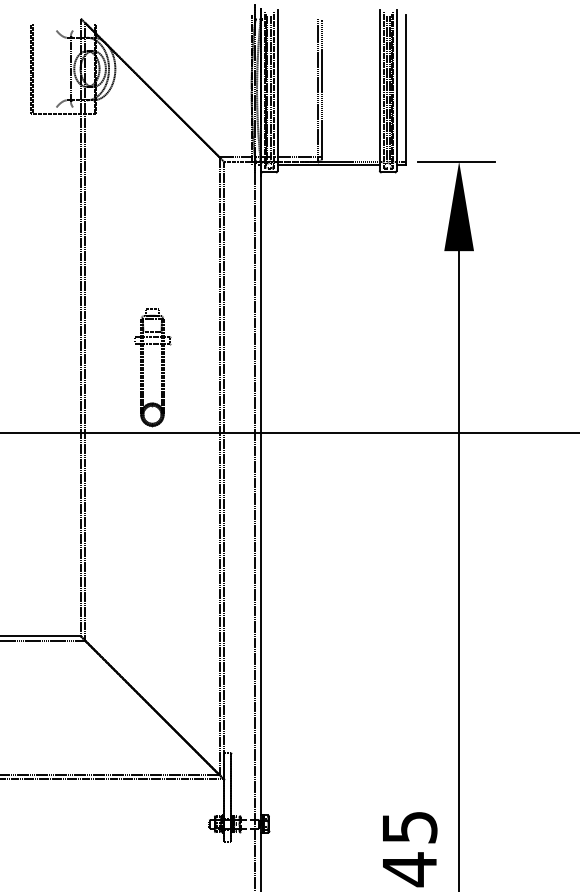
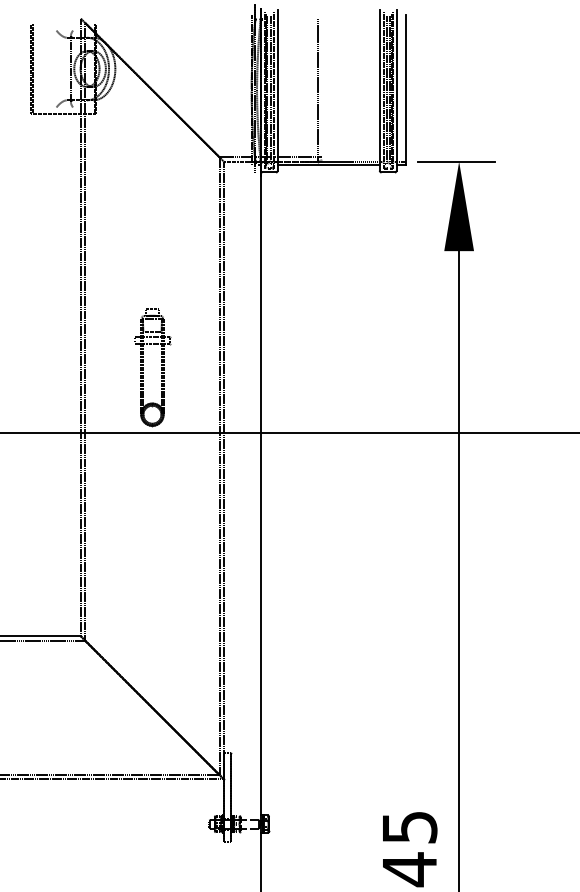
line at (322, 89): present -> none
line at (255, 524): present -> none
